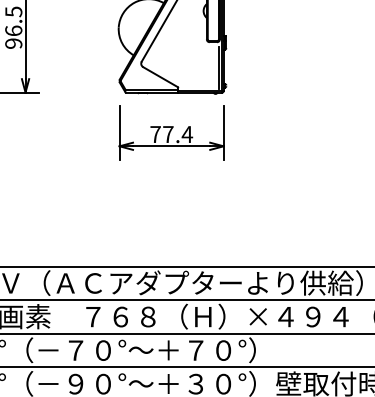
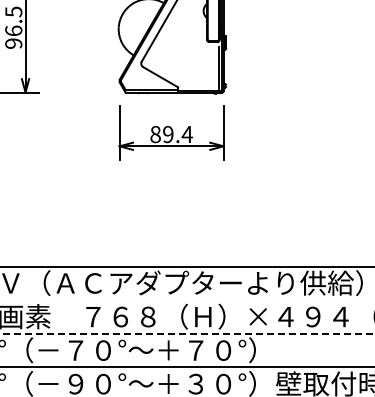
text at (161, 134): 77.4 -> 89.4
line at (186, 300): present -> none
line at (187, 333): solid -> dashed
